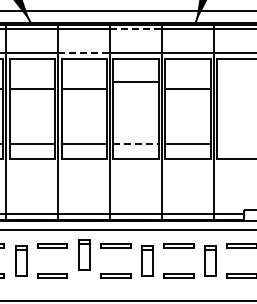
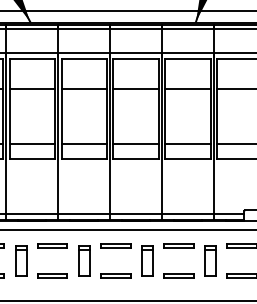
line at (136, 29): dashed -> solid
line at (84, 53): dashed -> solid
line at (135, 82) position: (135, 82) -> (135, 89)
line at (235, 89): none -> present
line at (136, 144): dashed -> solid
line at (235, 144): none -> present
part at (84, 254) position: (84, 254) -> (84, 260)
